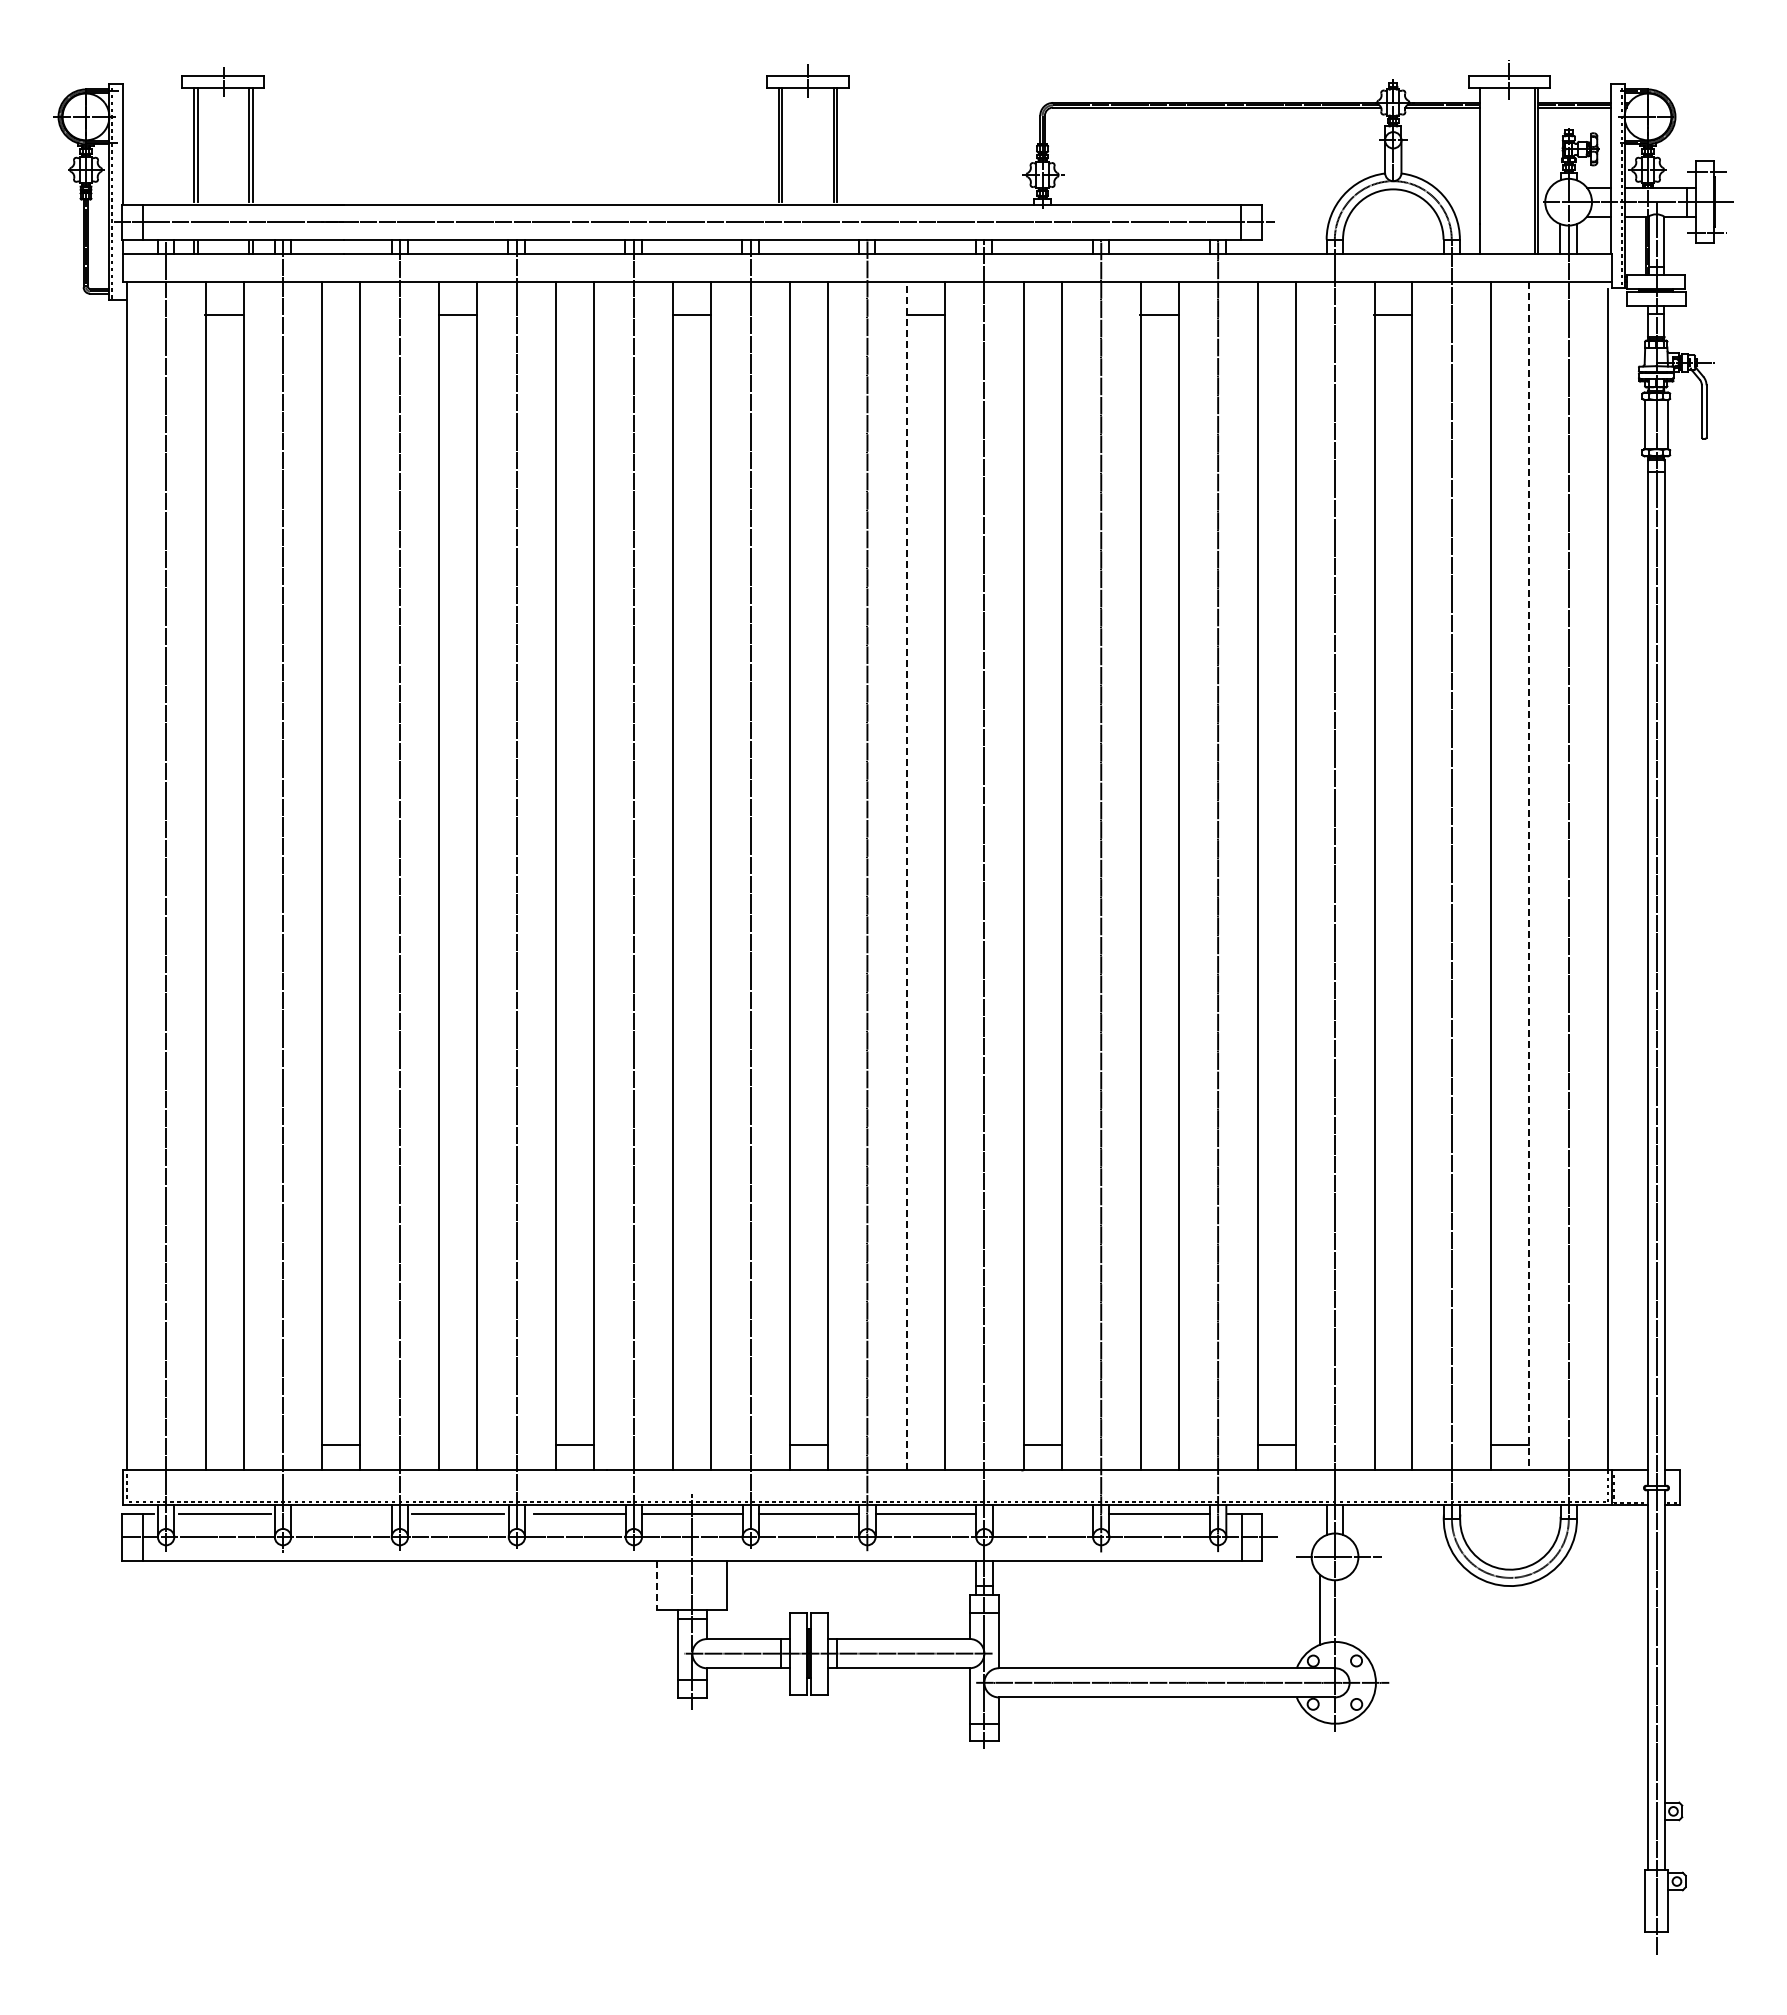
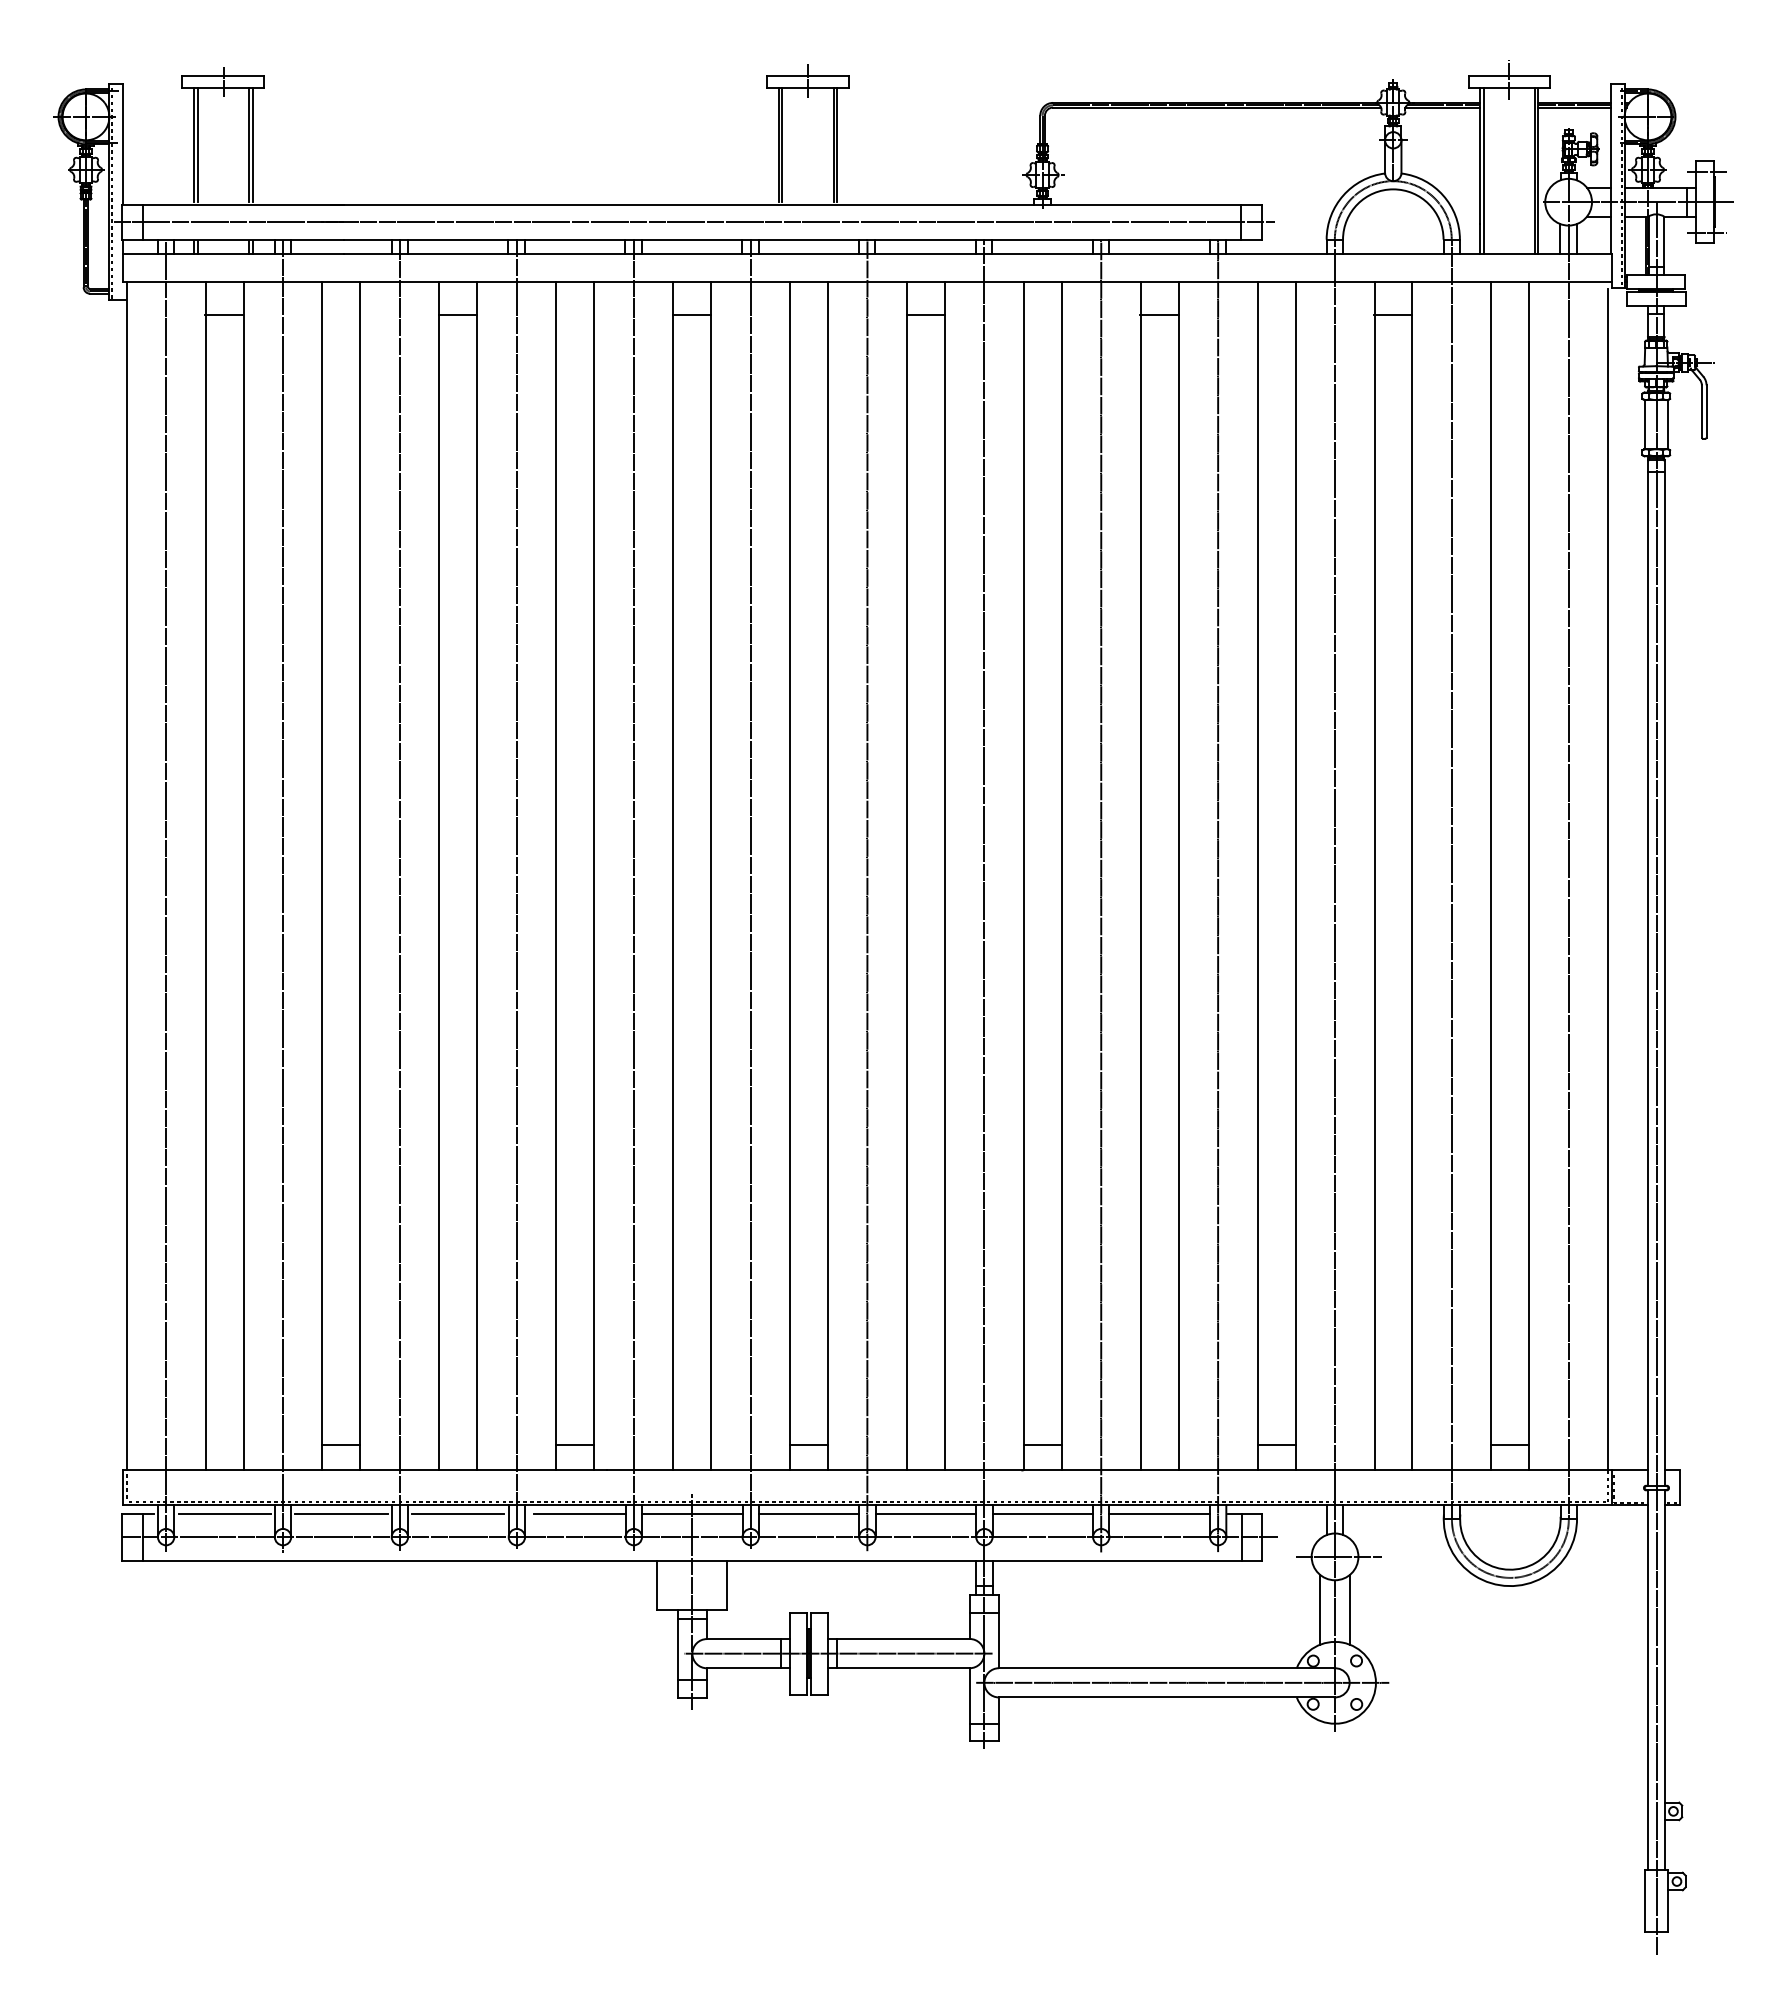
line at (1483, 170): none -> present
line at (906, 875): dashed -> solid
line at (1529, 876): dashed -> solid
line at (341, 1513): none -> present
line at (1042, 1513): none -> present
line at (657, 1585): dashed -> solid
line at (1349, 1609): none -> present
